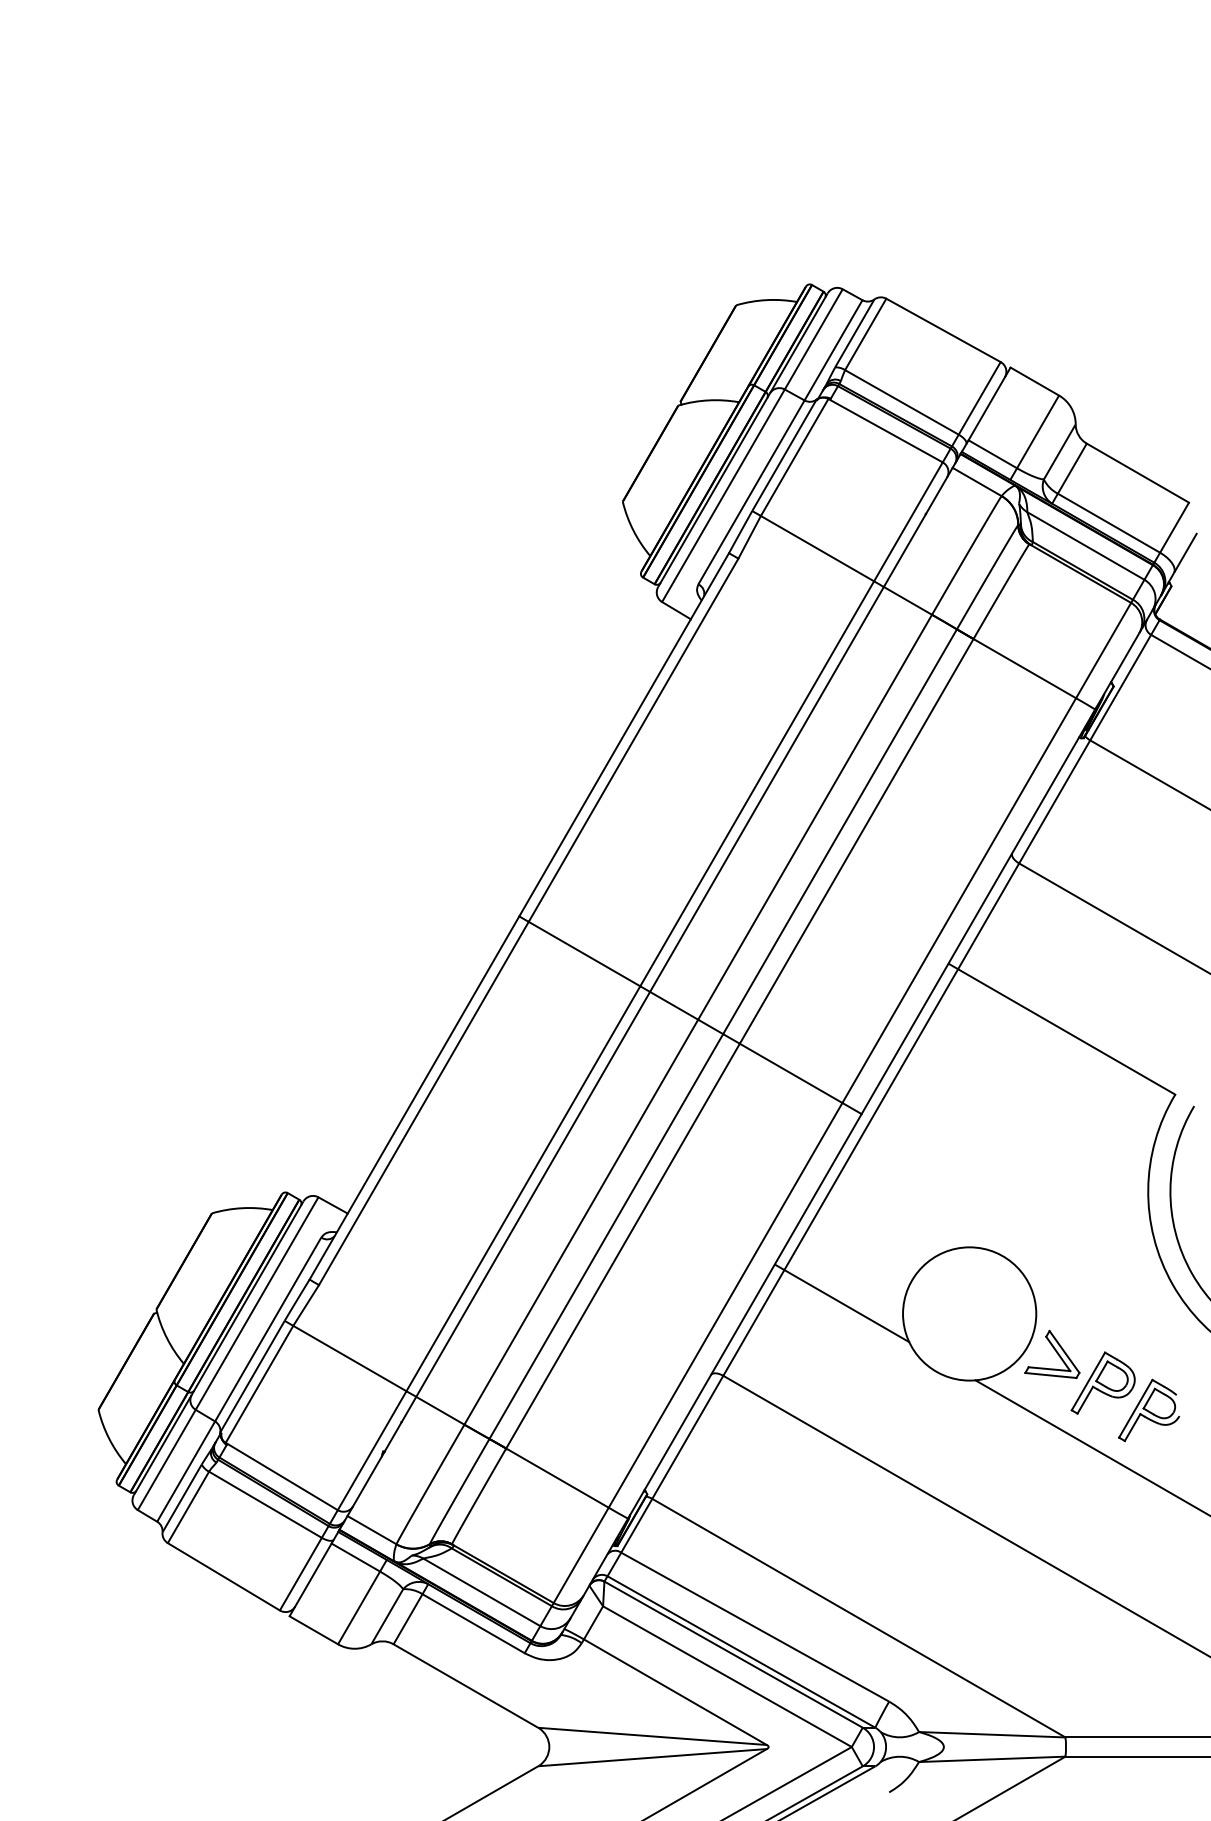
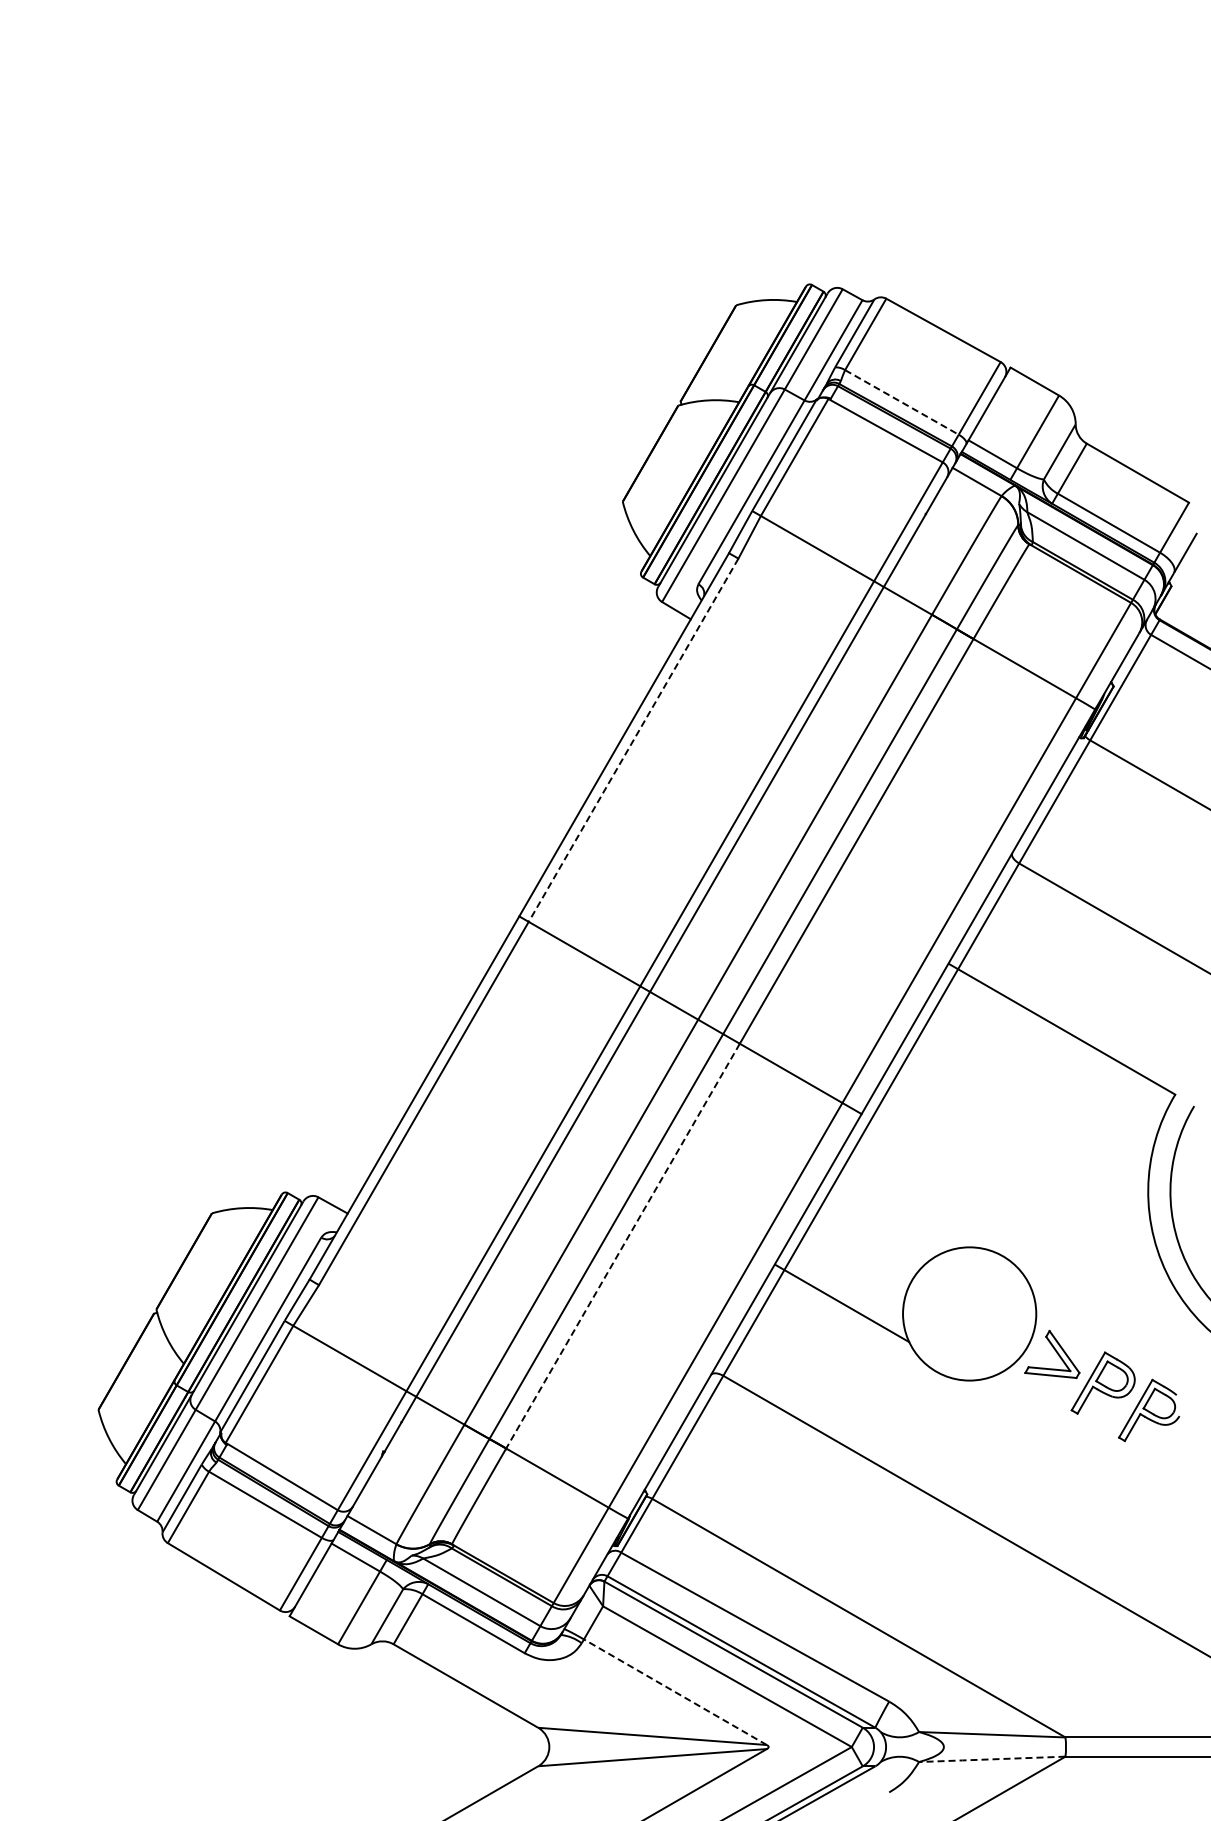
line at (902, 402): solid -> dashed
line at (633, 740): solid -> dashed
line at (623, 1246): solid -> dashed
line at (1091, 1447): present -> none
line at (675, 1692): solid -> dashed
line at (991, 1759): solid -> dashed
